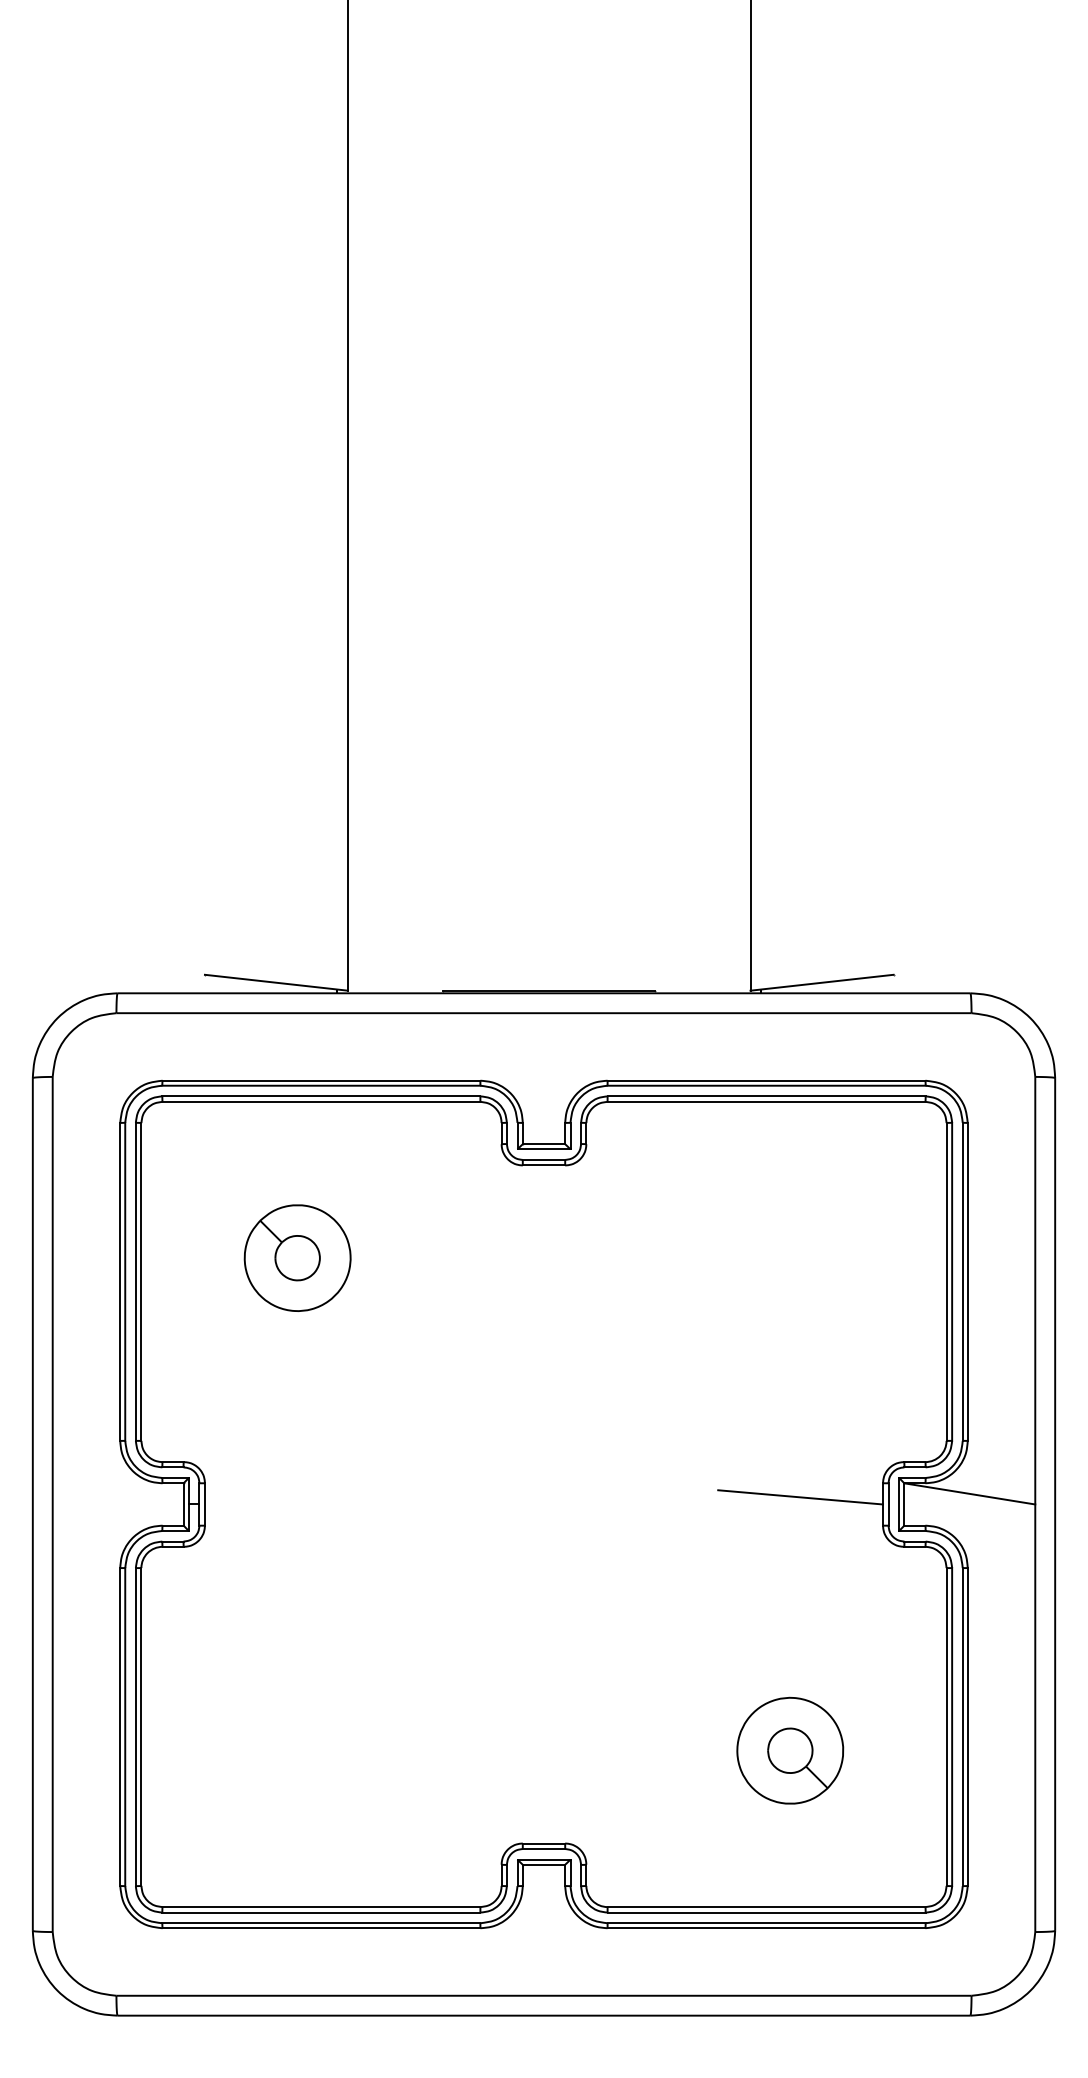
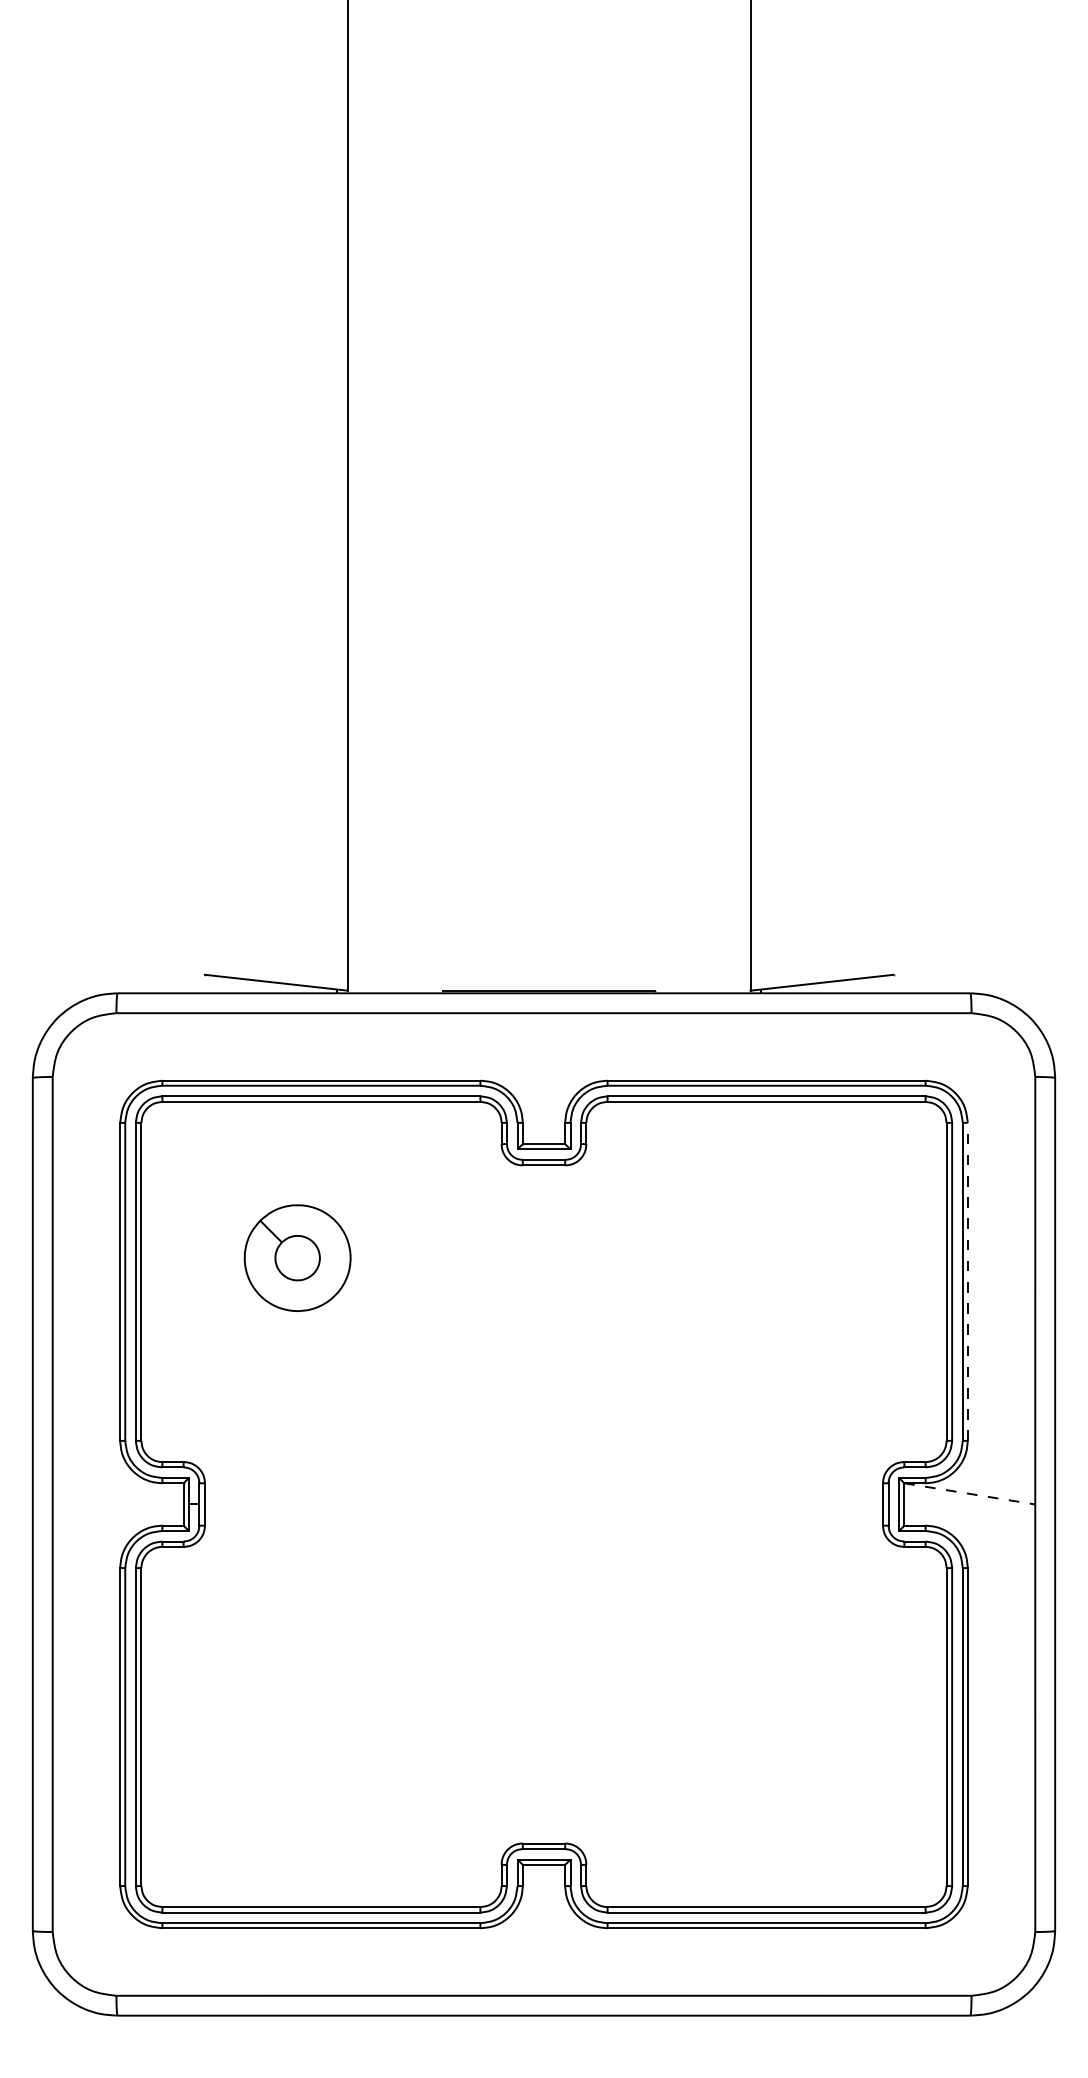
line at (967, 1282): solid -> dashed
line at (970, 1493): solid -> dashed
line at (800, 1497): present -> none
part at (790, 1750): present -> none
